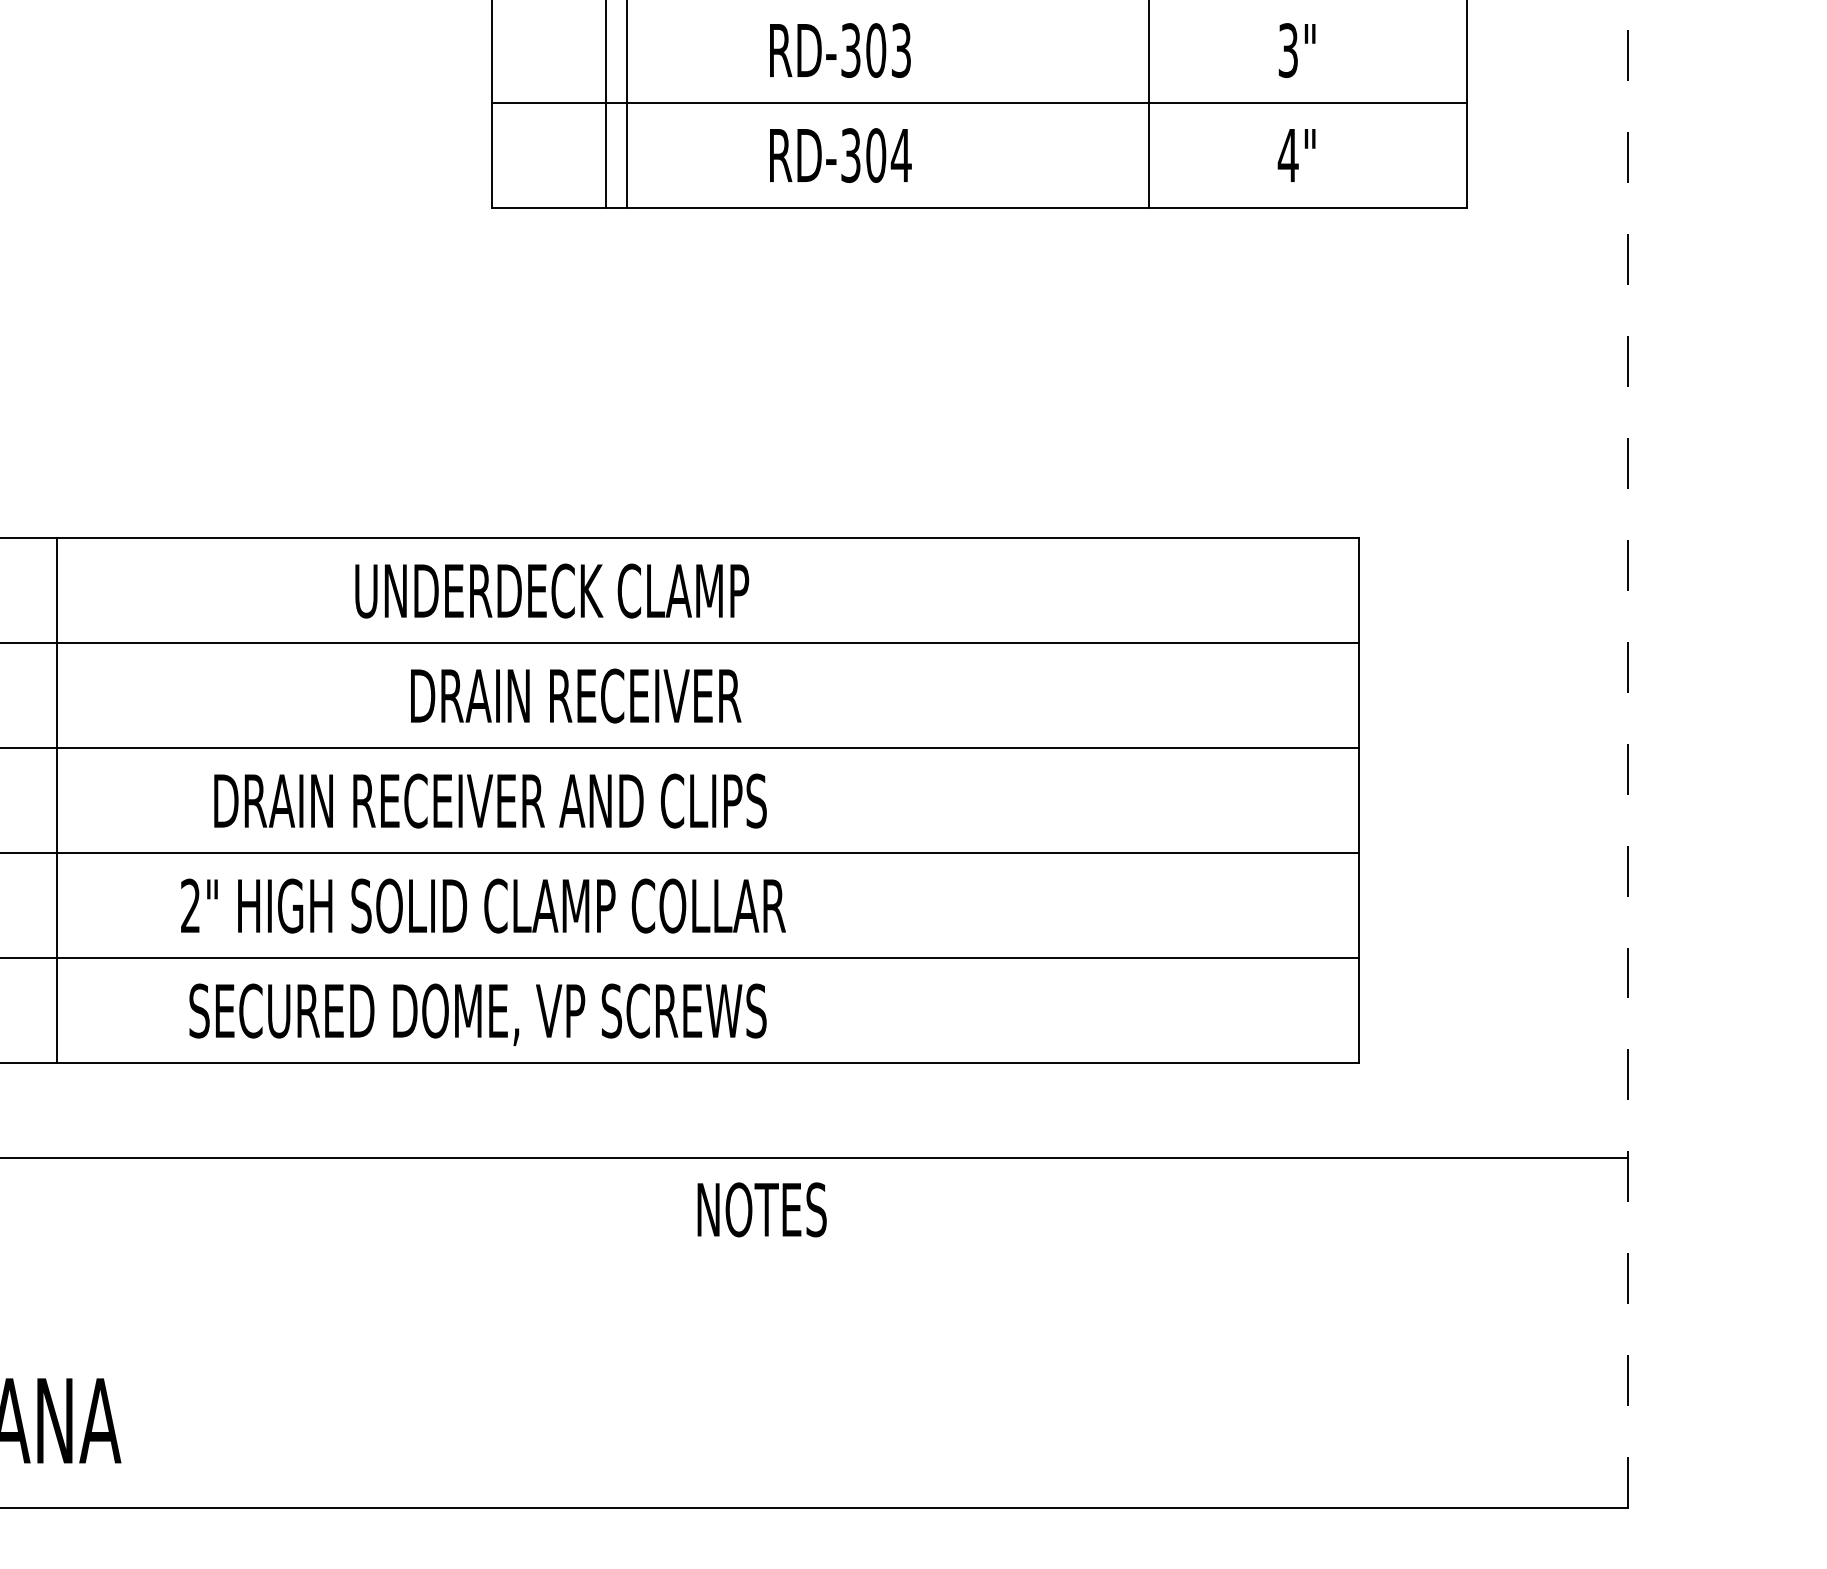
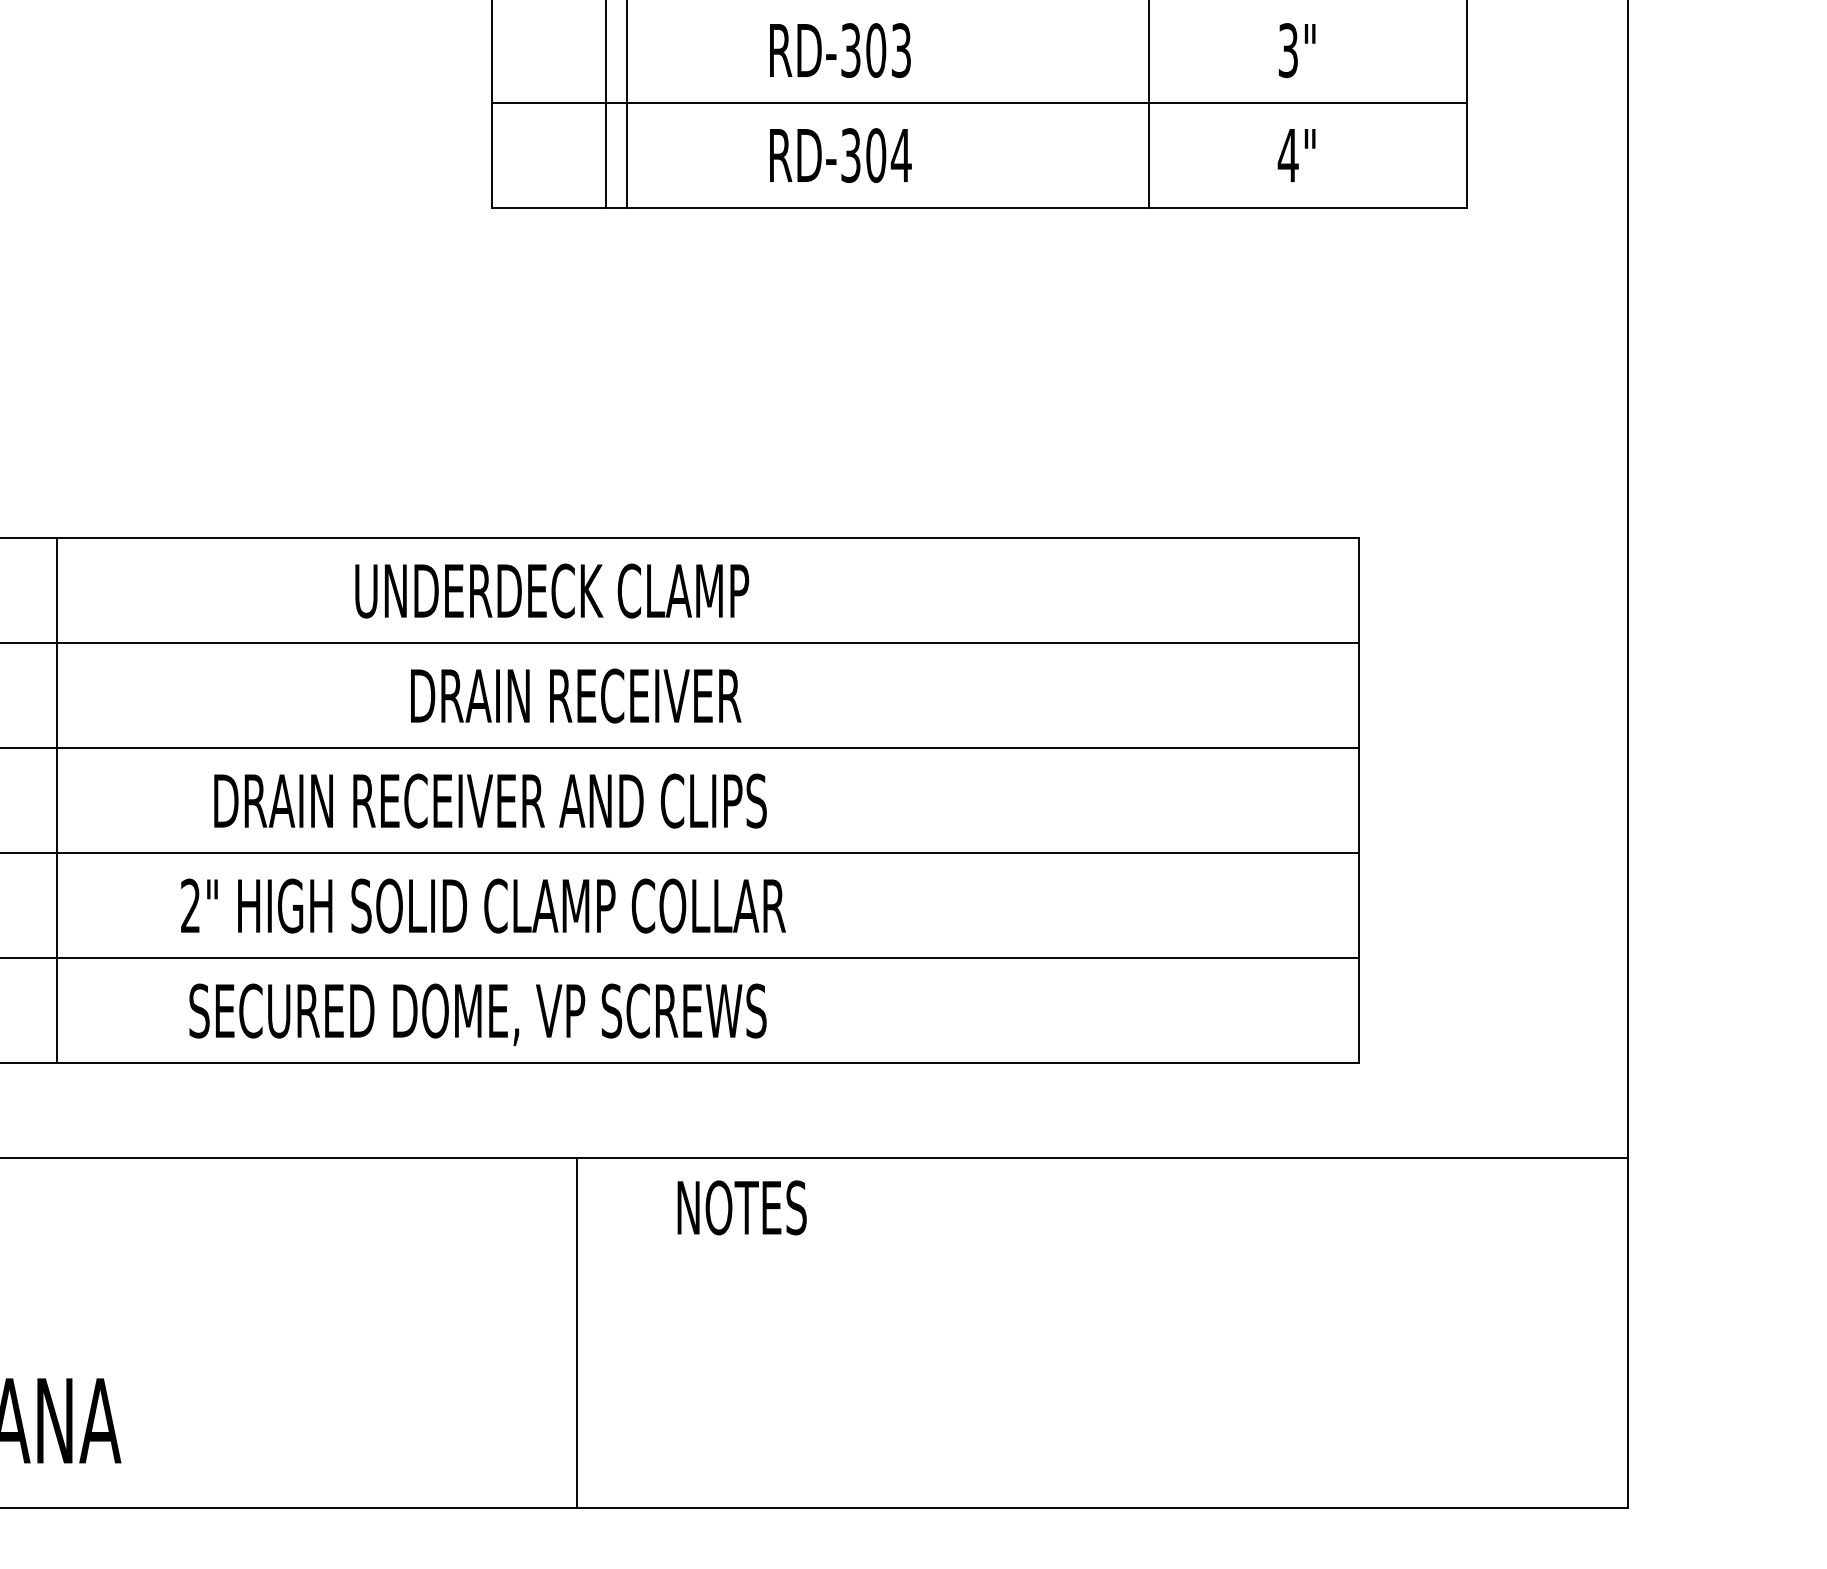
line at (1628, 754): dashed -> solid
text at (761, 1209) position: (761, 1209) -> (741, 1207)
line at (577, 1332): none -> present
